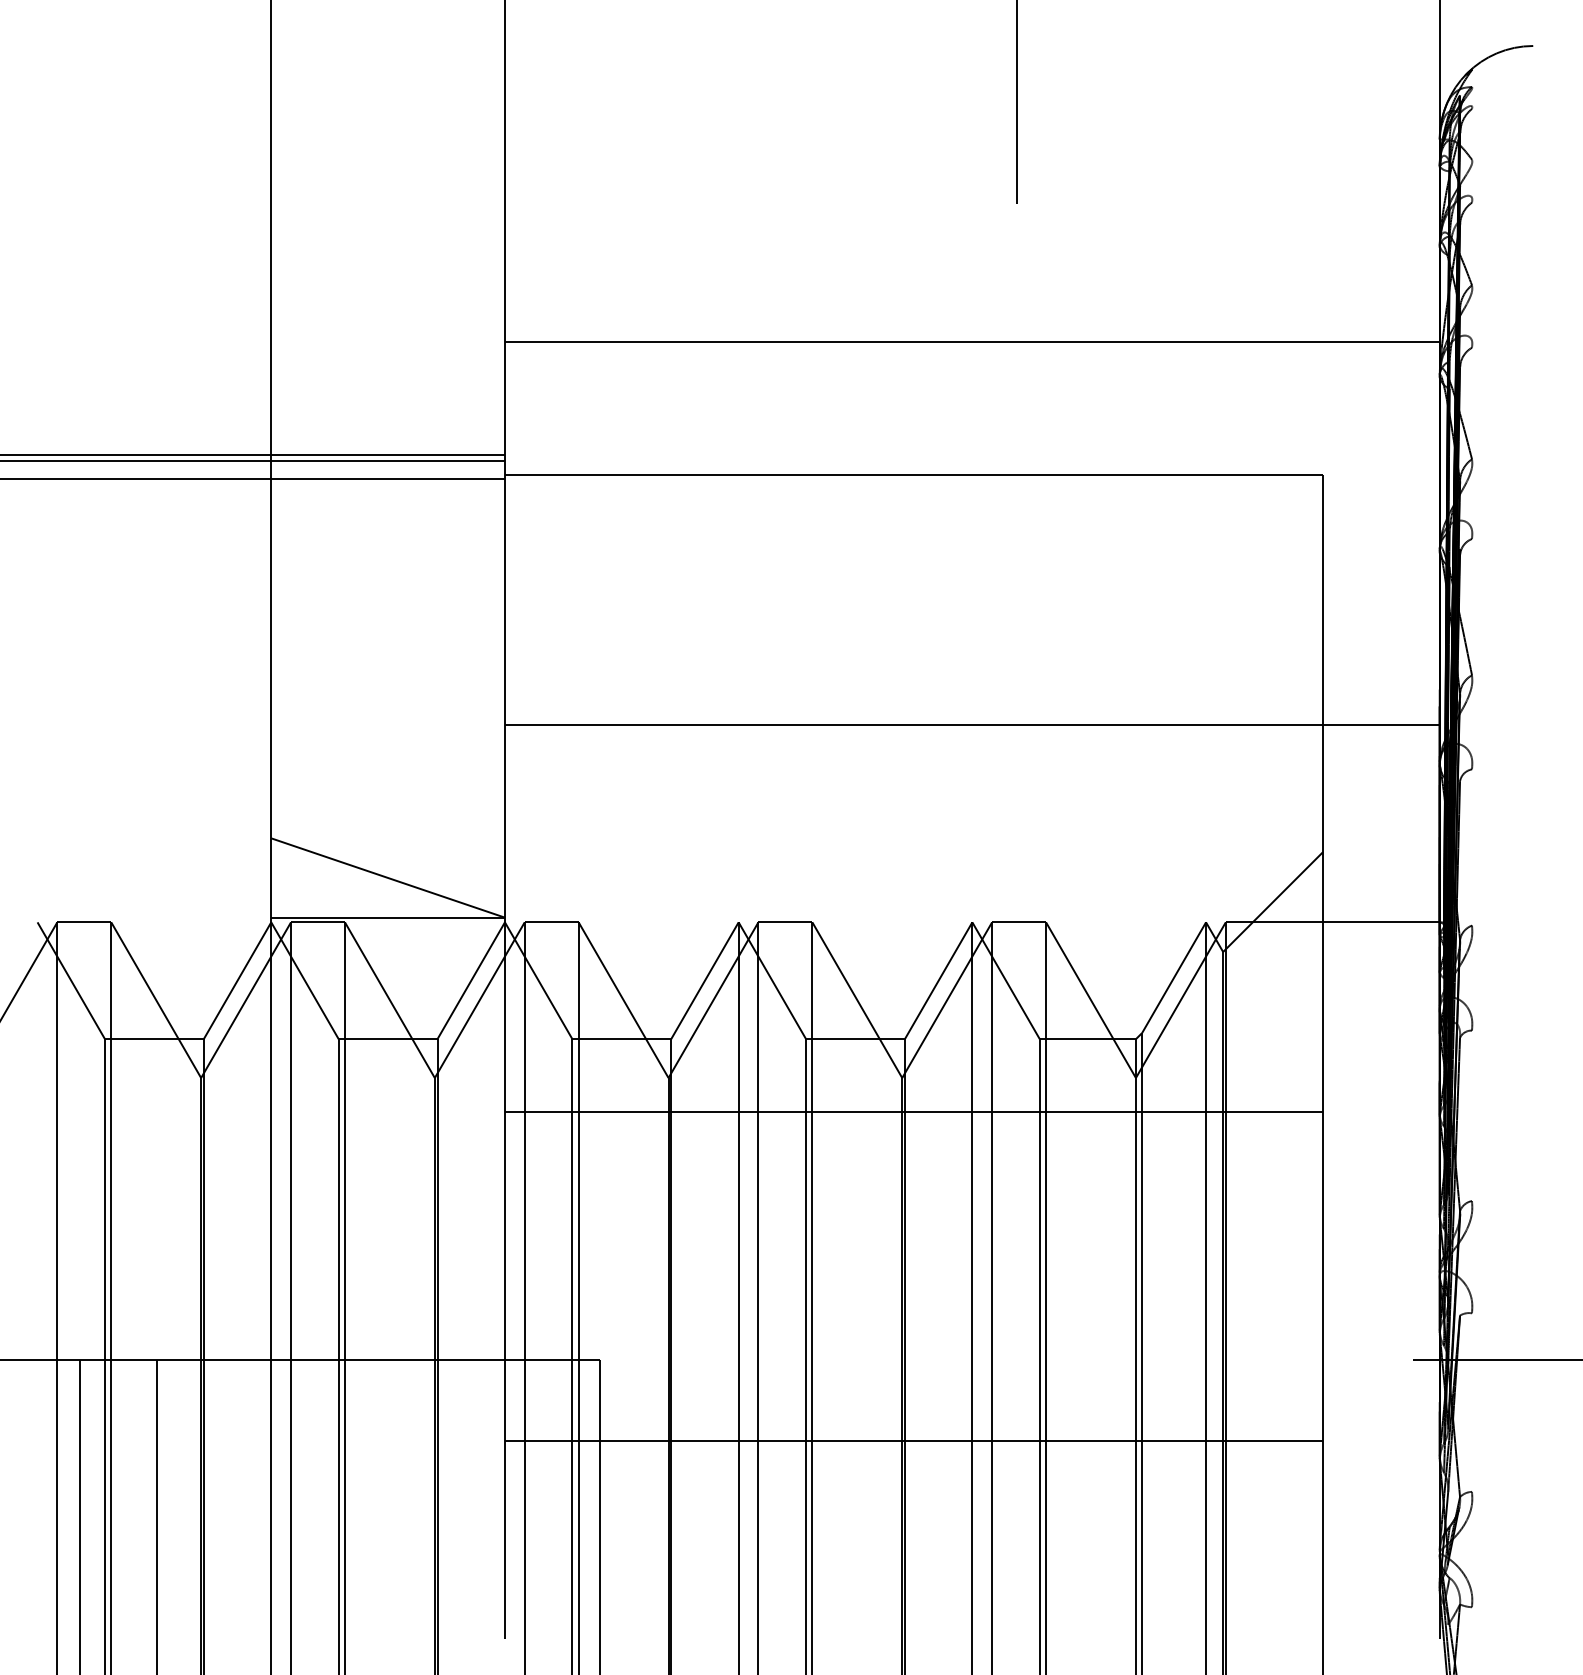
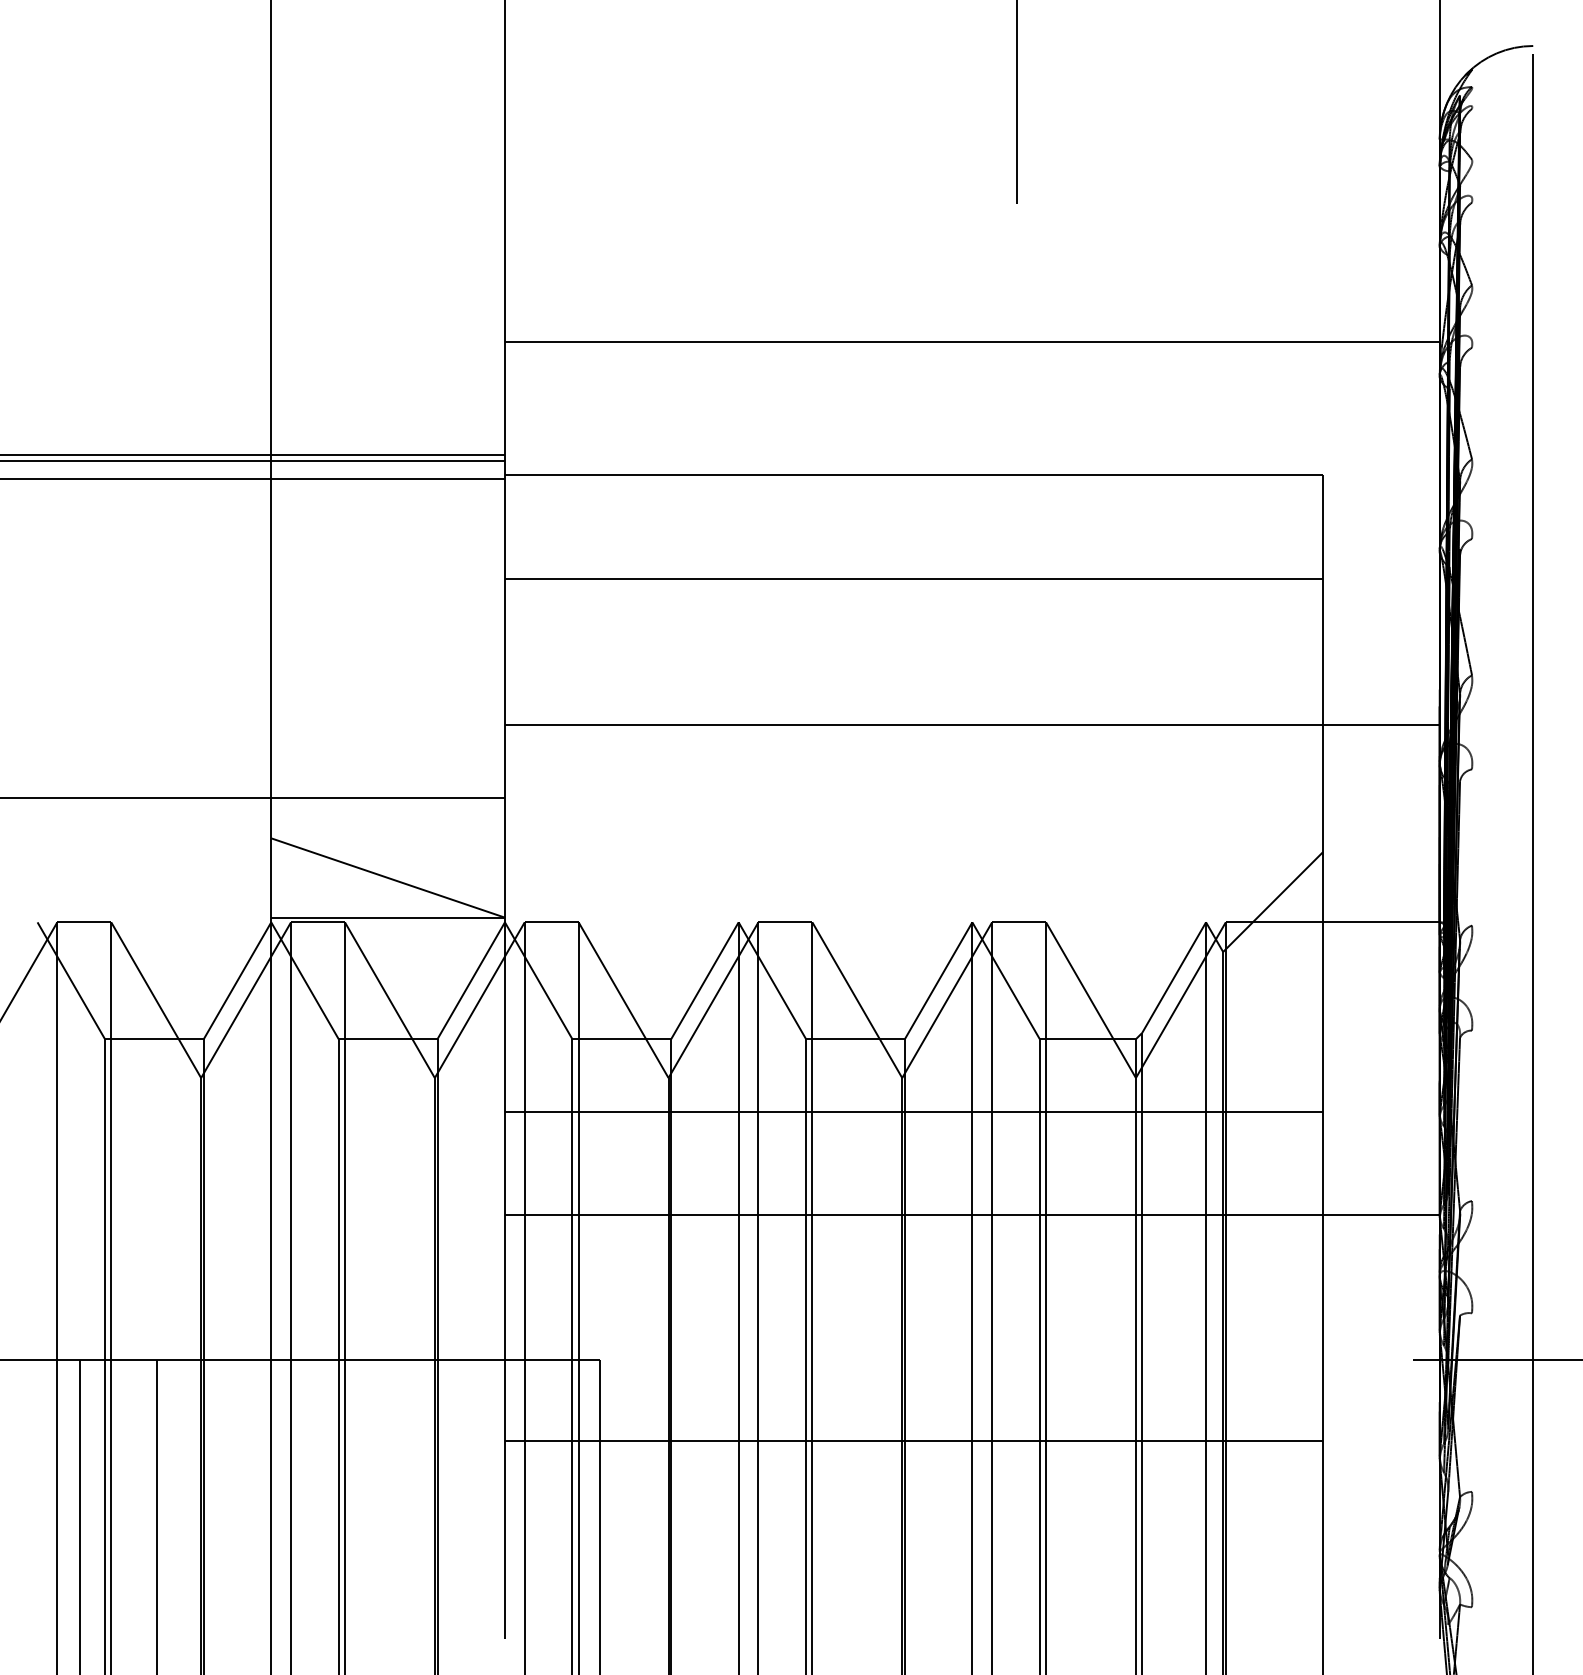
line at (913, 579): none -> present
line at (253, 797): none -> present
line at (1533, 862): none -> present
line at (971, 1214): none -> present
